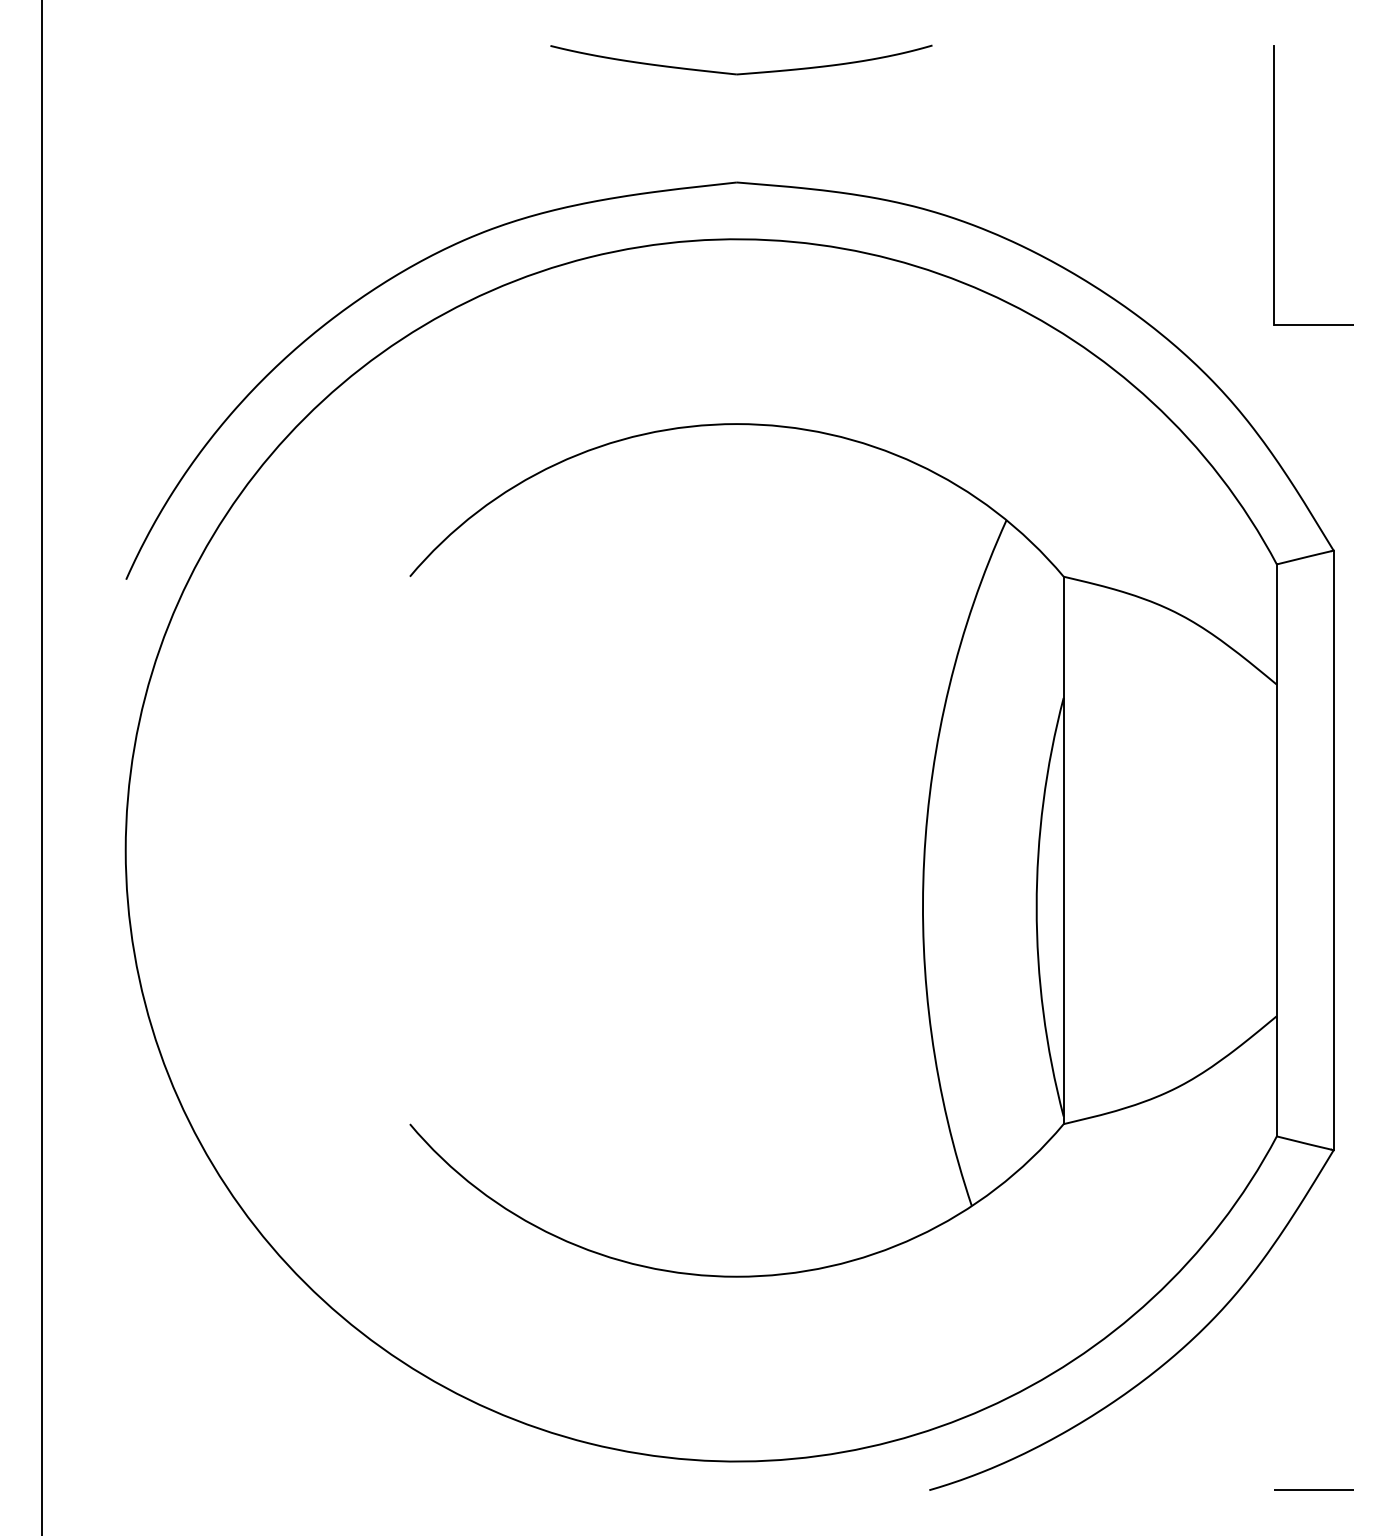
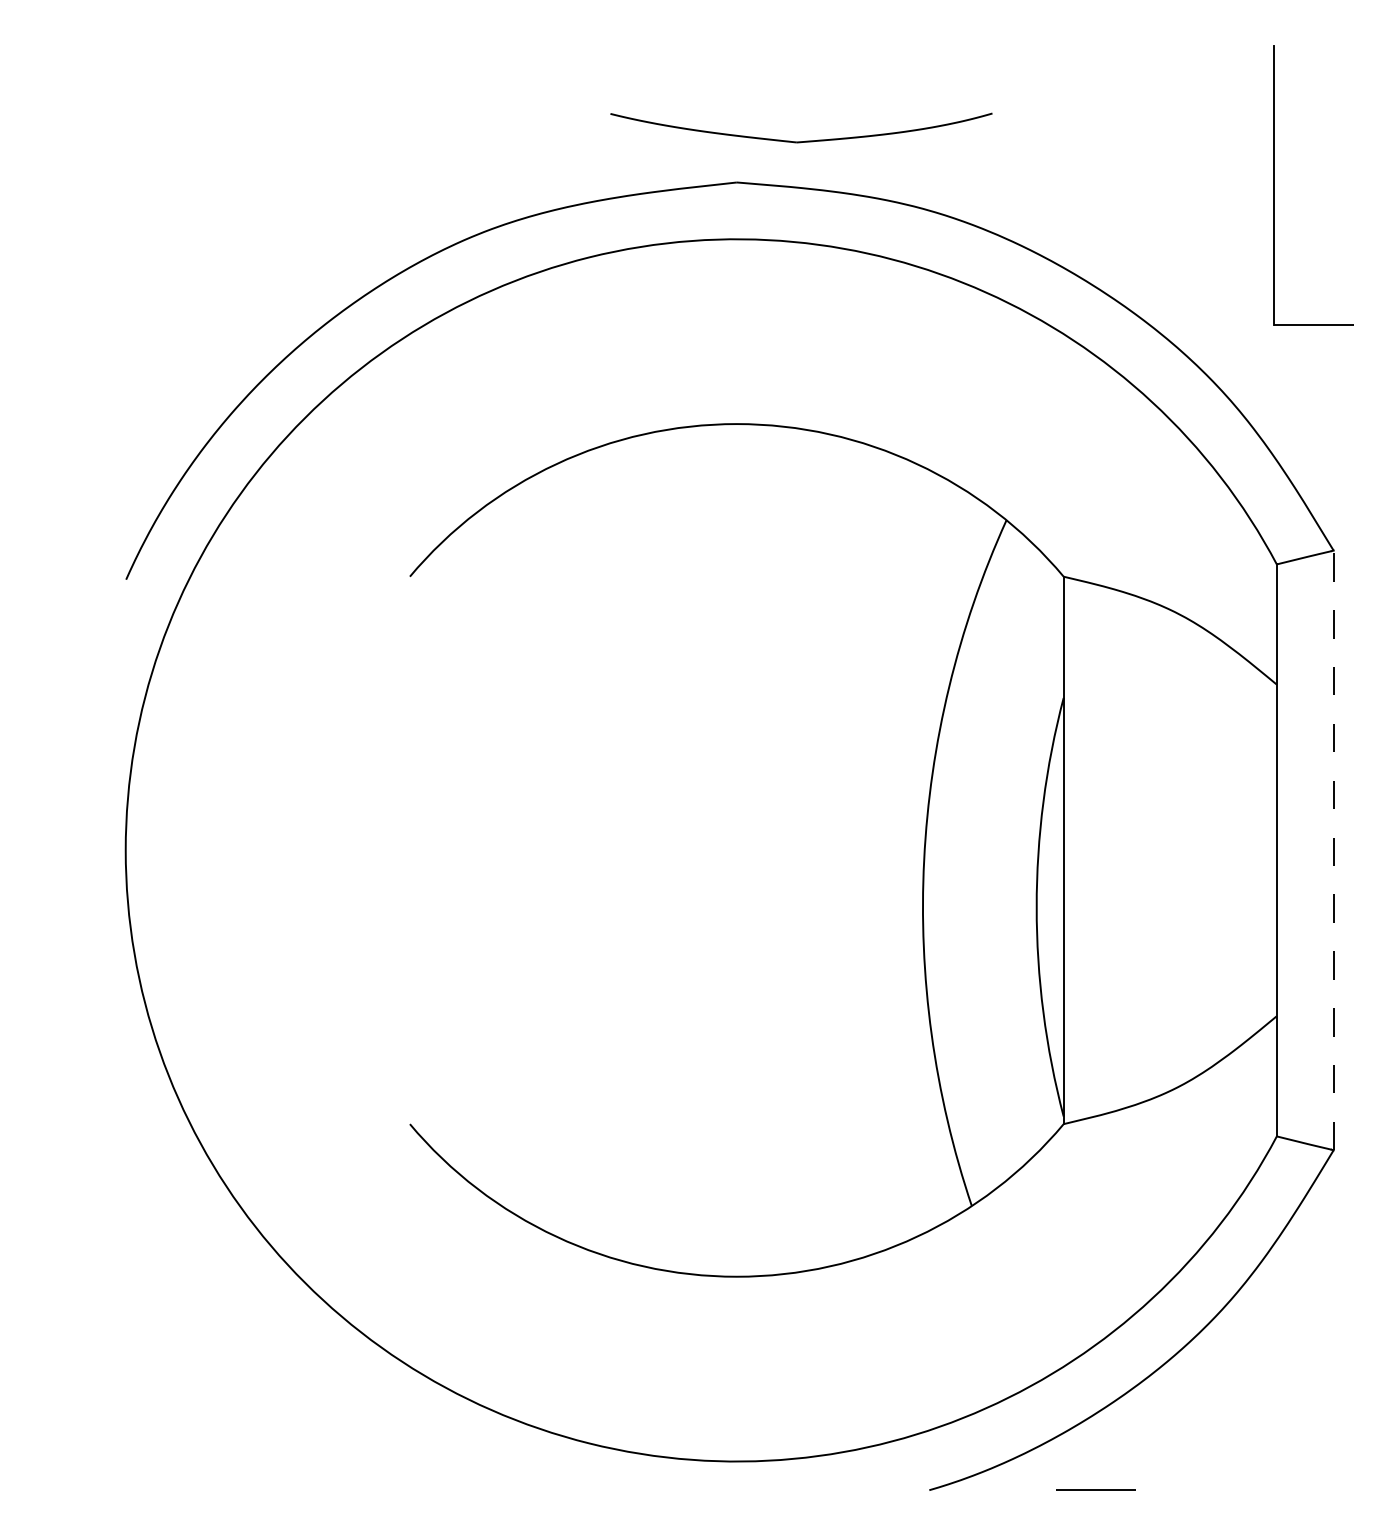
part at (745, 72) position: (745, 72) -> (805, 140)
line at (41, 767): present -> none
line at (1333, 850): solid -> dashed
line at (1313, 1489) position: (1313, 1489) -> (1095, 1489)
